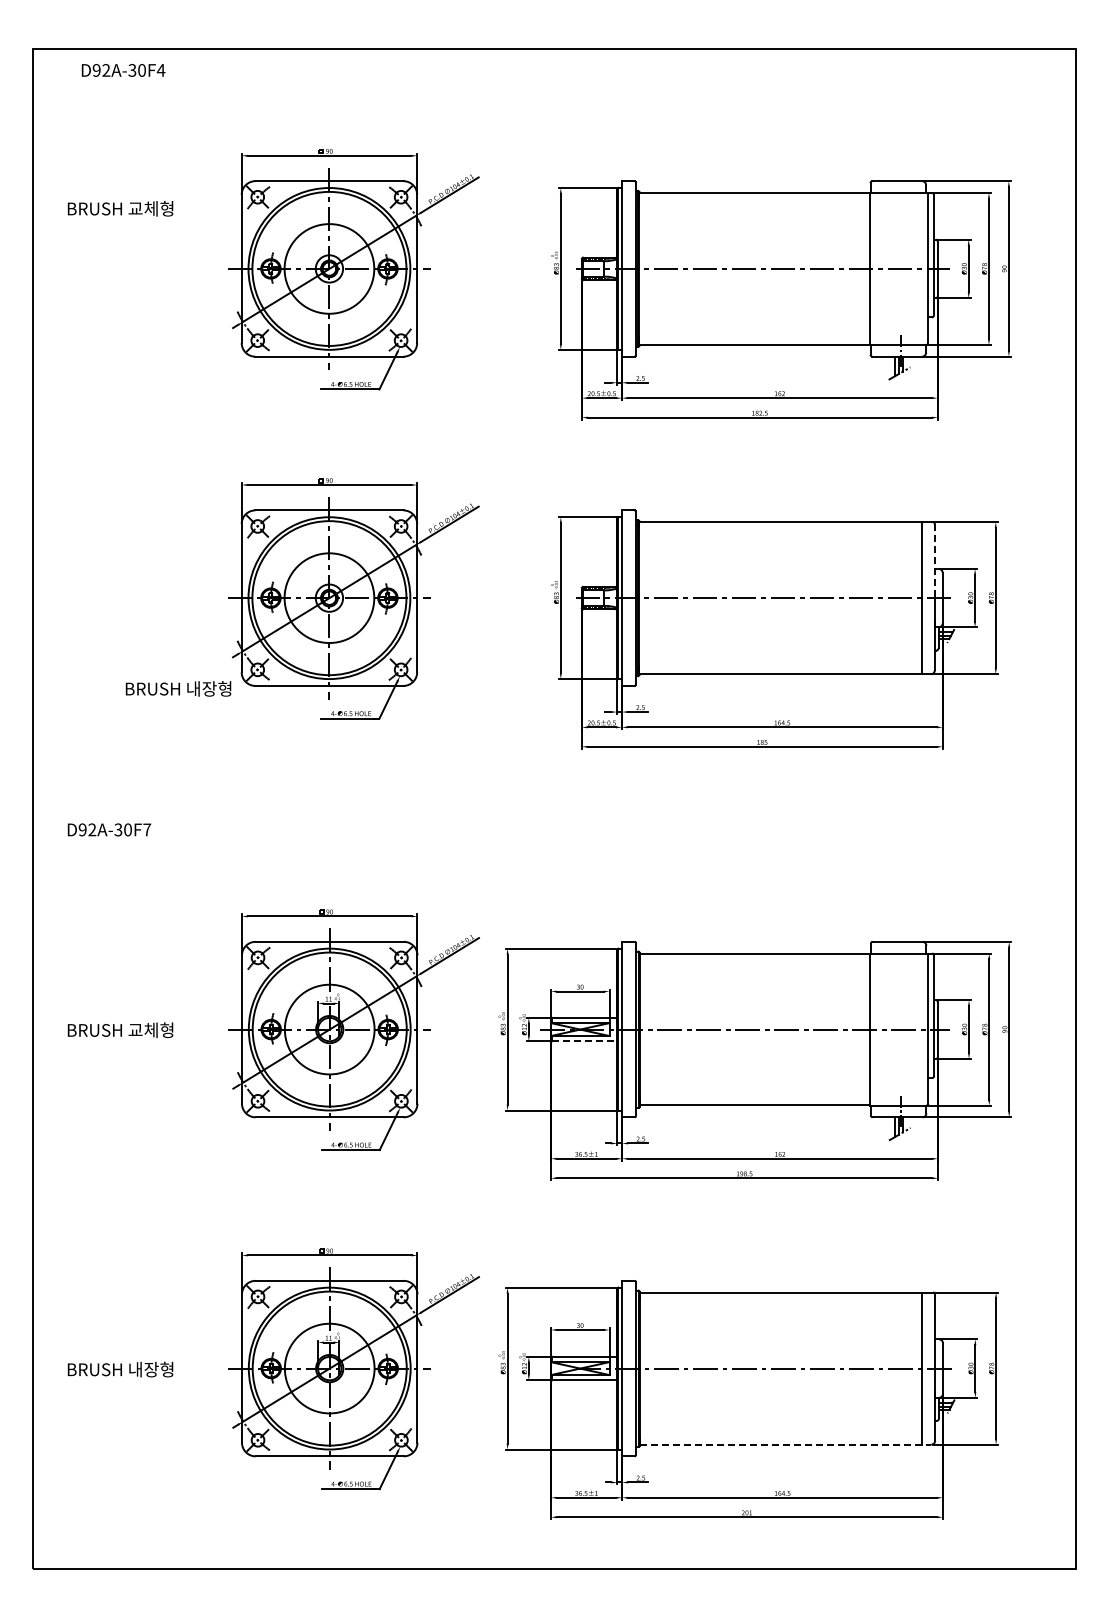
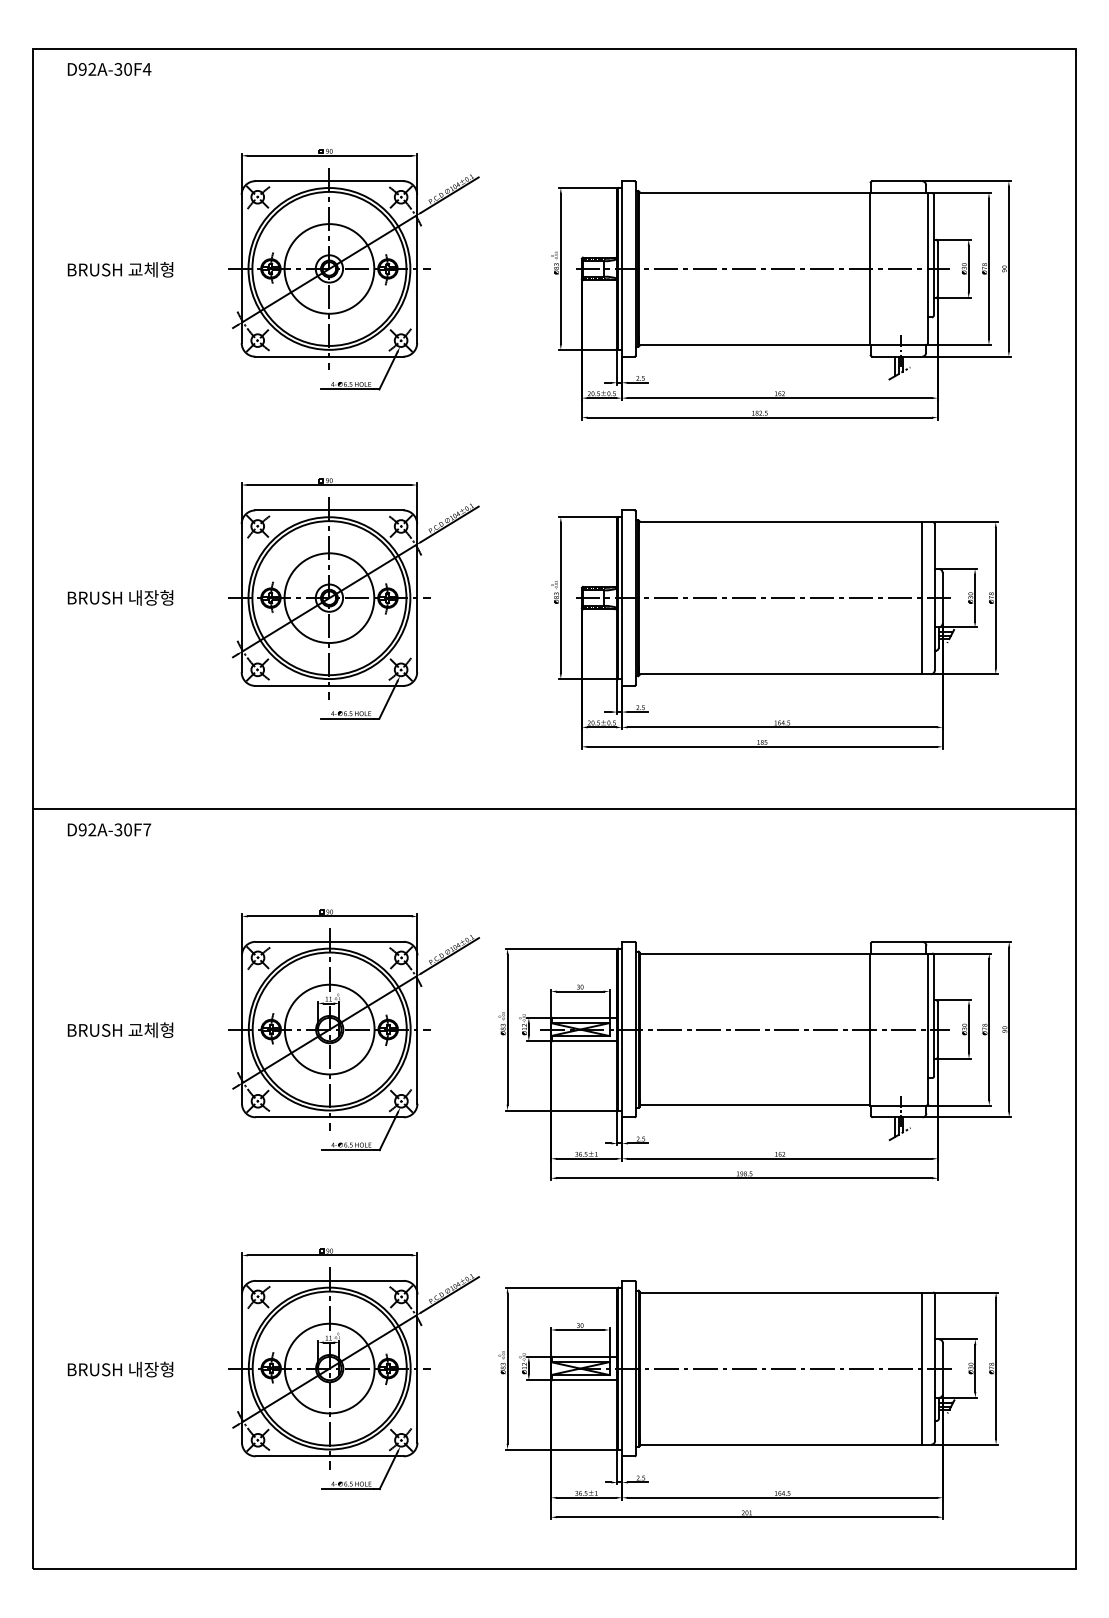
text at (123, 70) position: (123, 70) -> (109, 69)
text at (120, 208) position: (120, 208) -> (120, 269)
line at (934, 561): dashed -> solid
text at (178, 688) position: (178, 688) -> (120, 597)
line at (554, 808): none -> present
line at (584, 1041): dashed -> solid
line at (785, 1444): dashed -> solid
